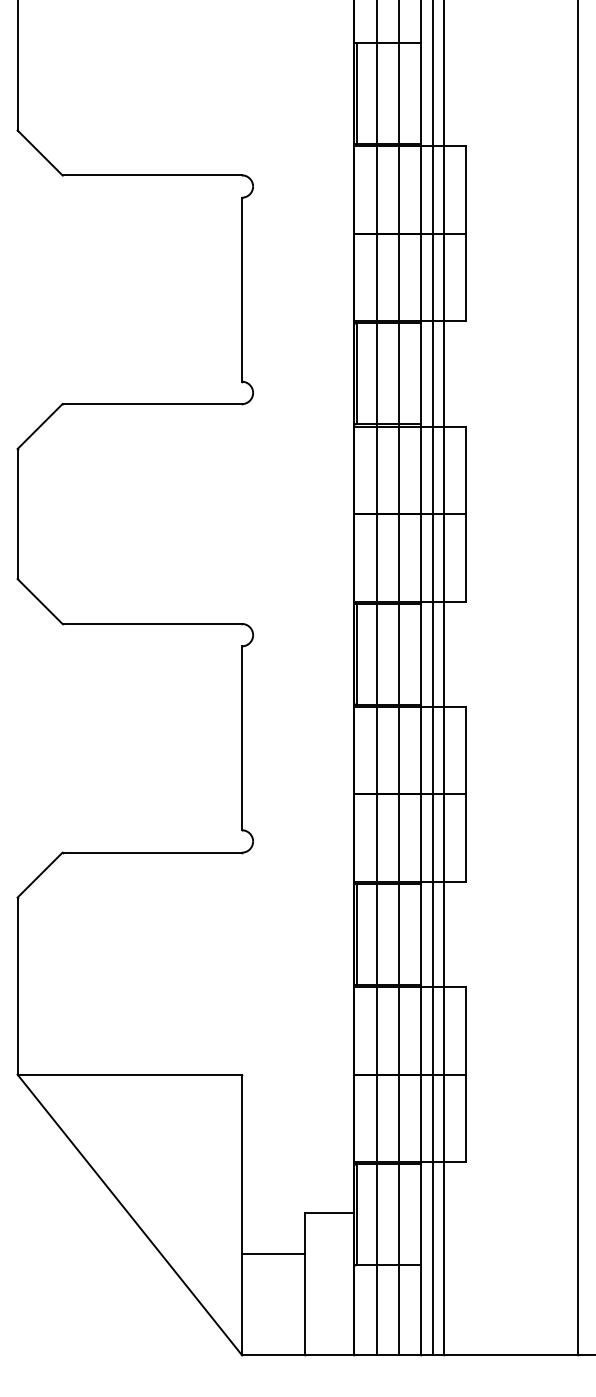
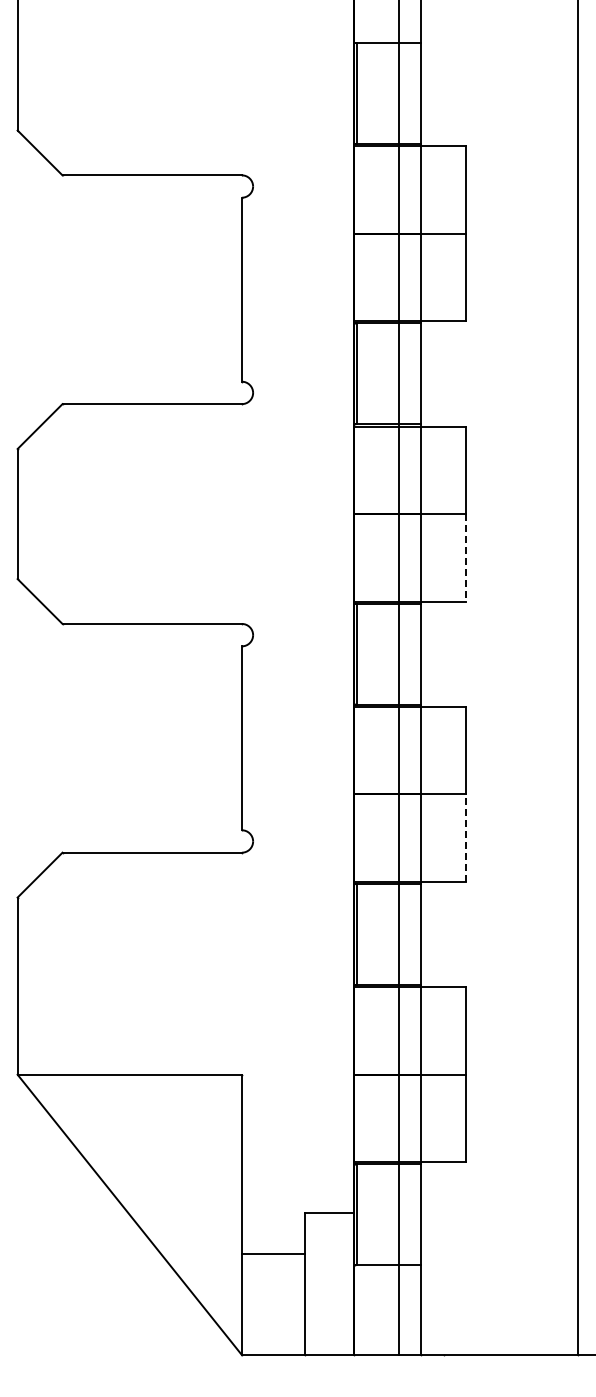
line at (466, 557): solid -> dashed
line at (376, 678): present -> none
line at (432, 678): present -> none
line at (443, 678): present -> none
line at (466, 838): solid -> dashed
